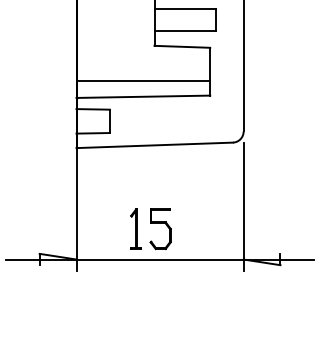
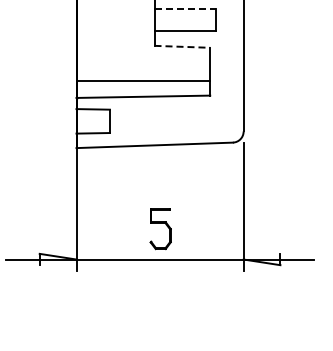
line at (185, 8): solid -> dashed
line at (182, 46): solid -> dashed
part at (135, 228): present -> none
